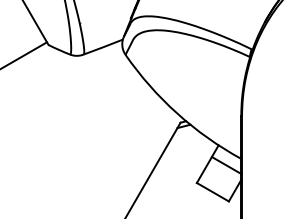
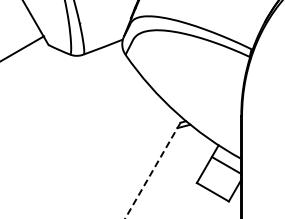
line at (24, 54) position: (24, 54) -> (23, 48)
line at (152, 171): solid -> dashed
